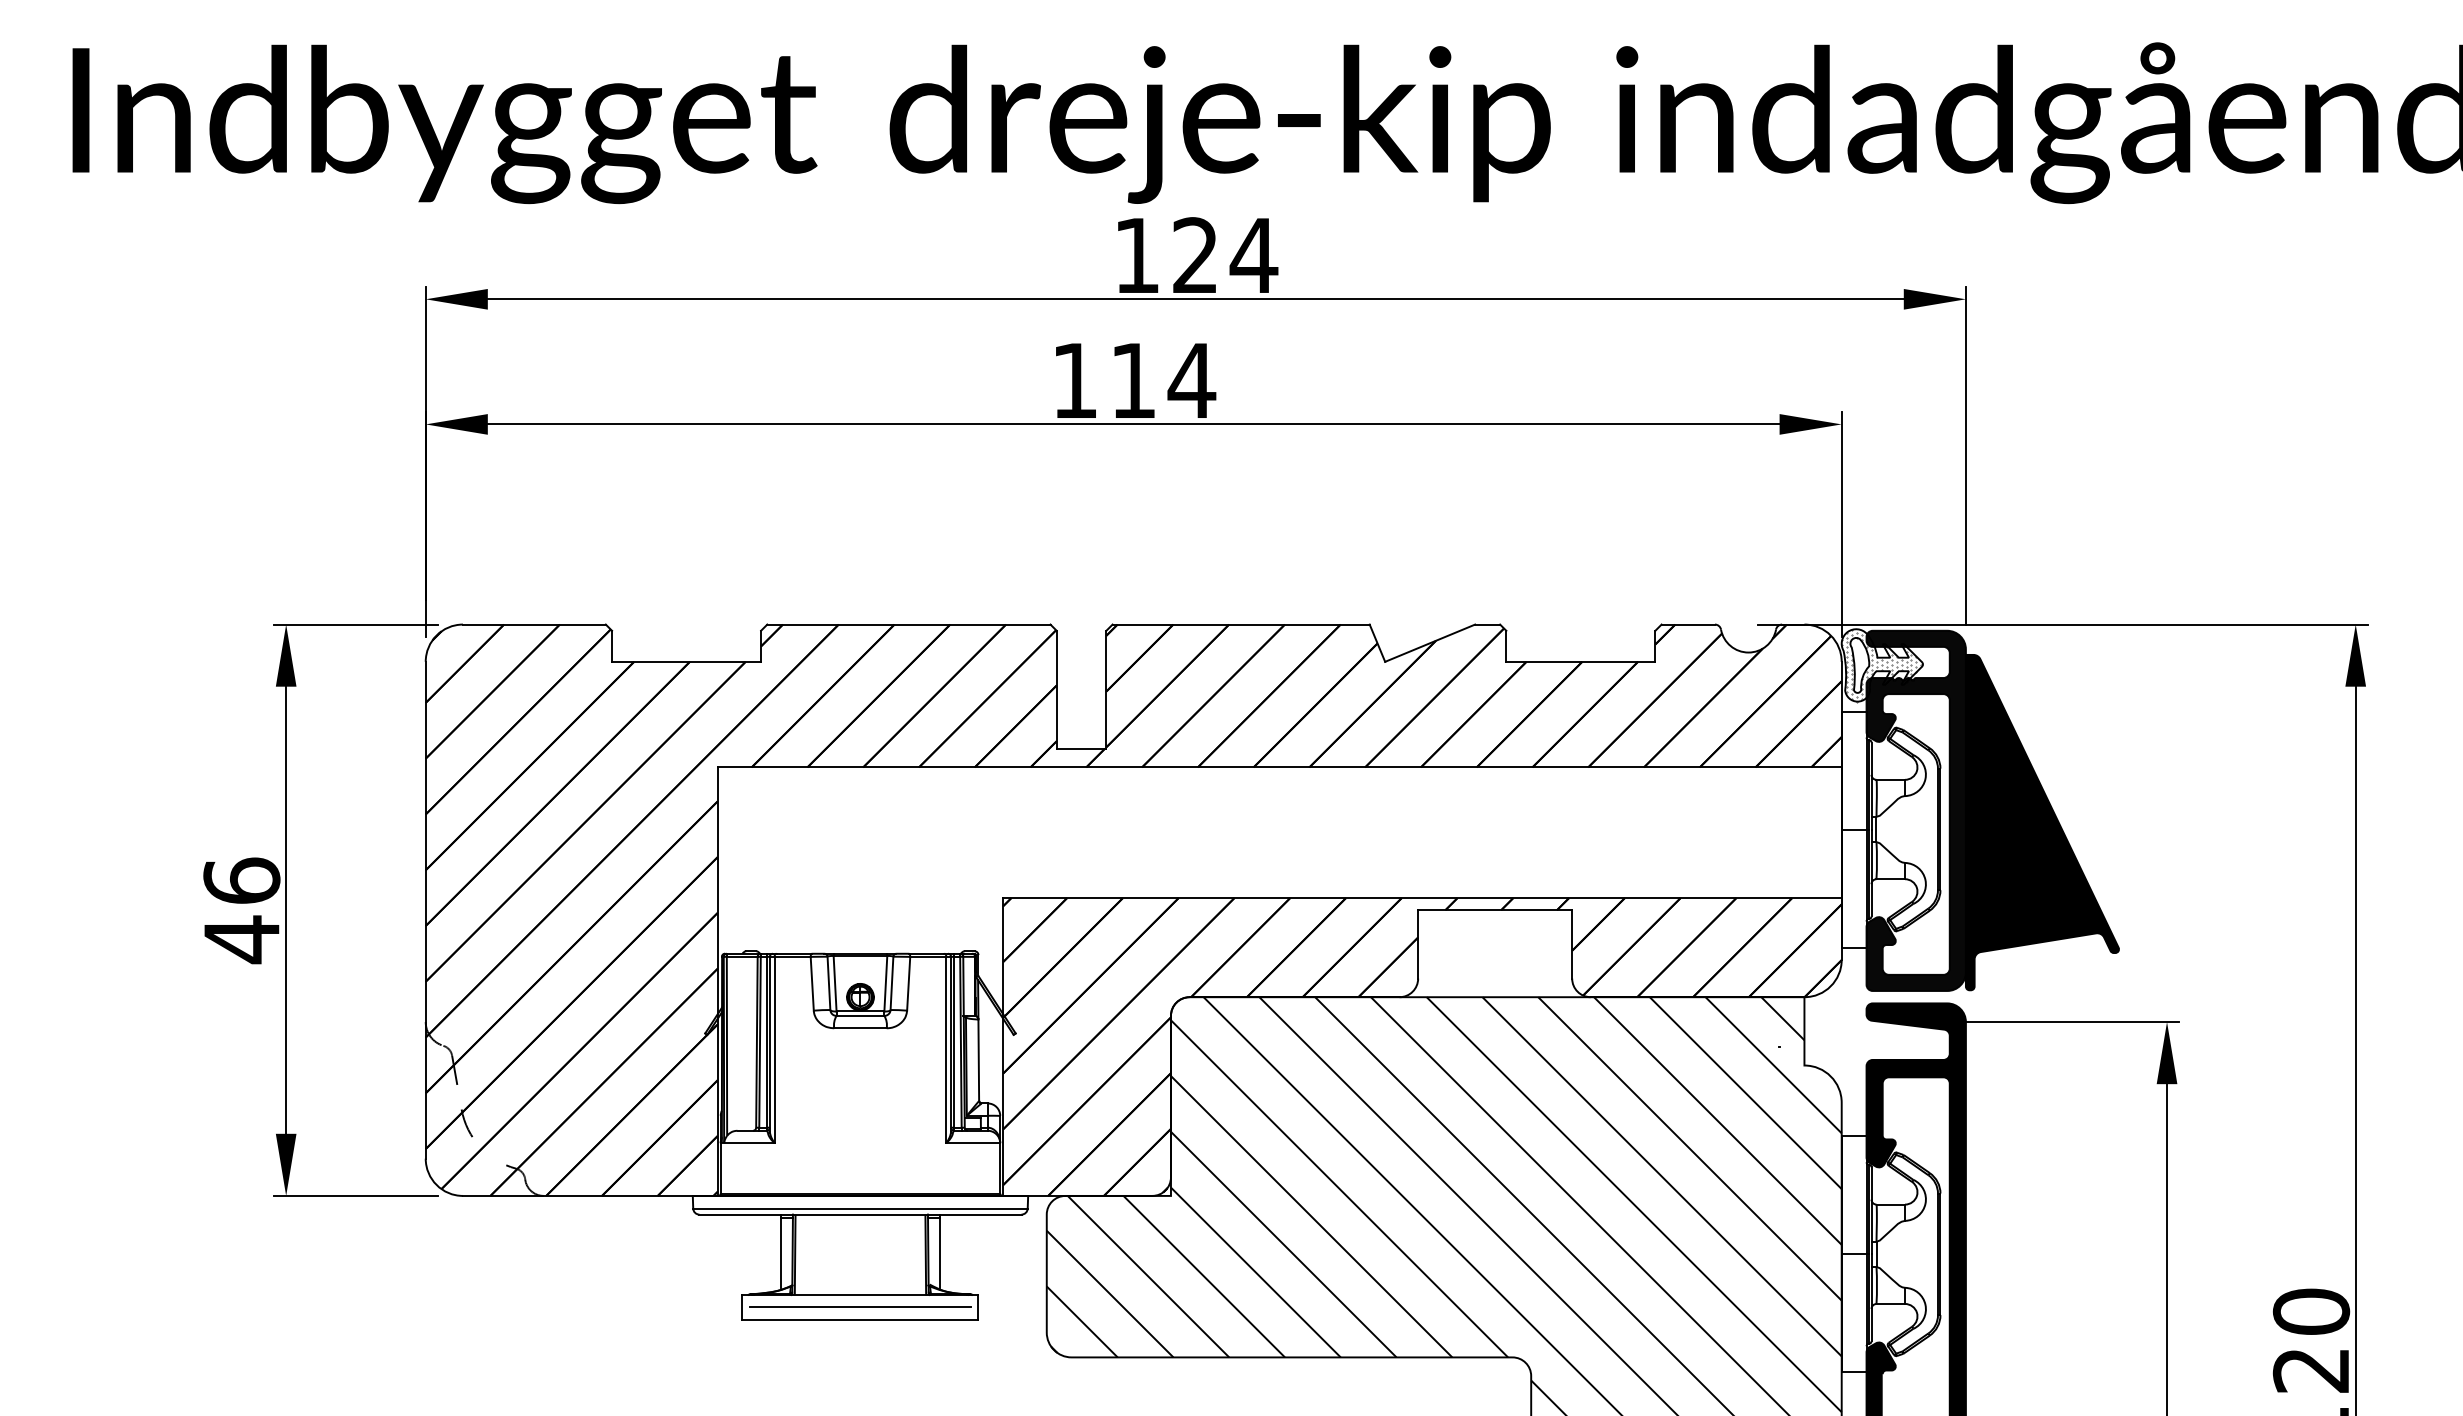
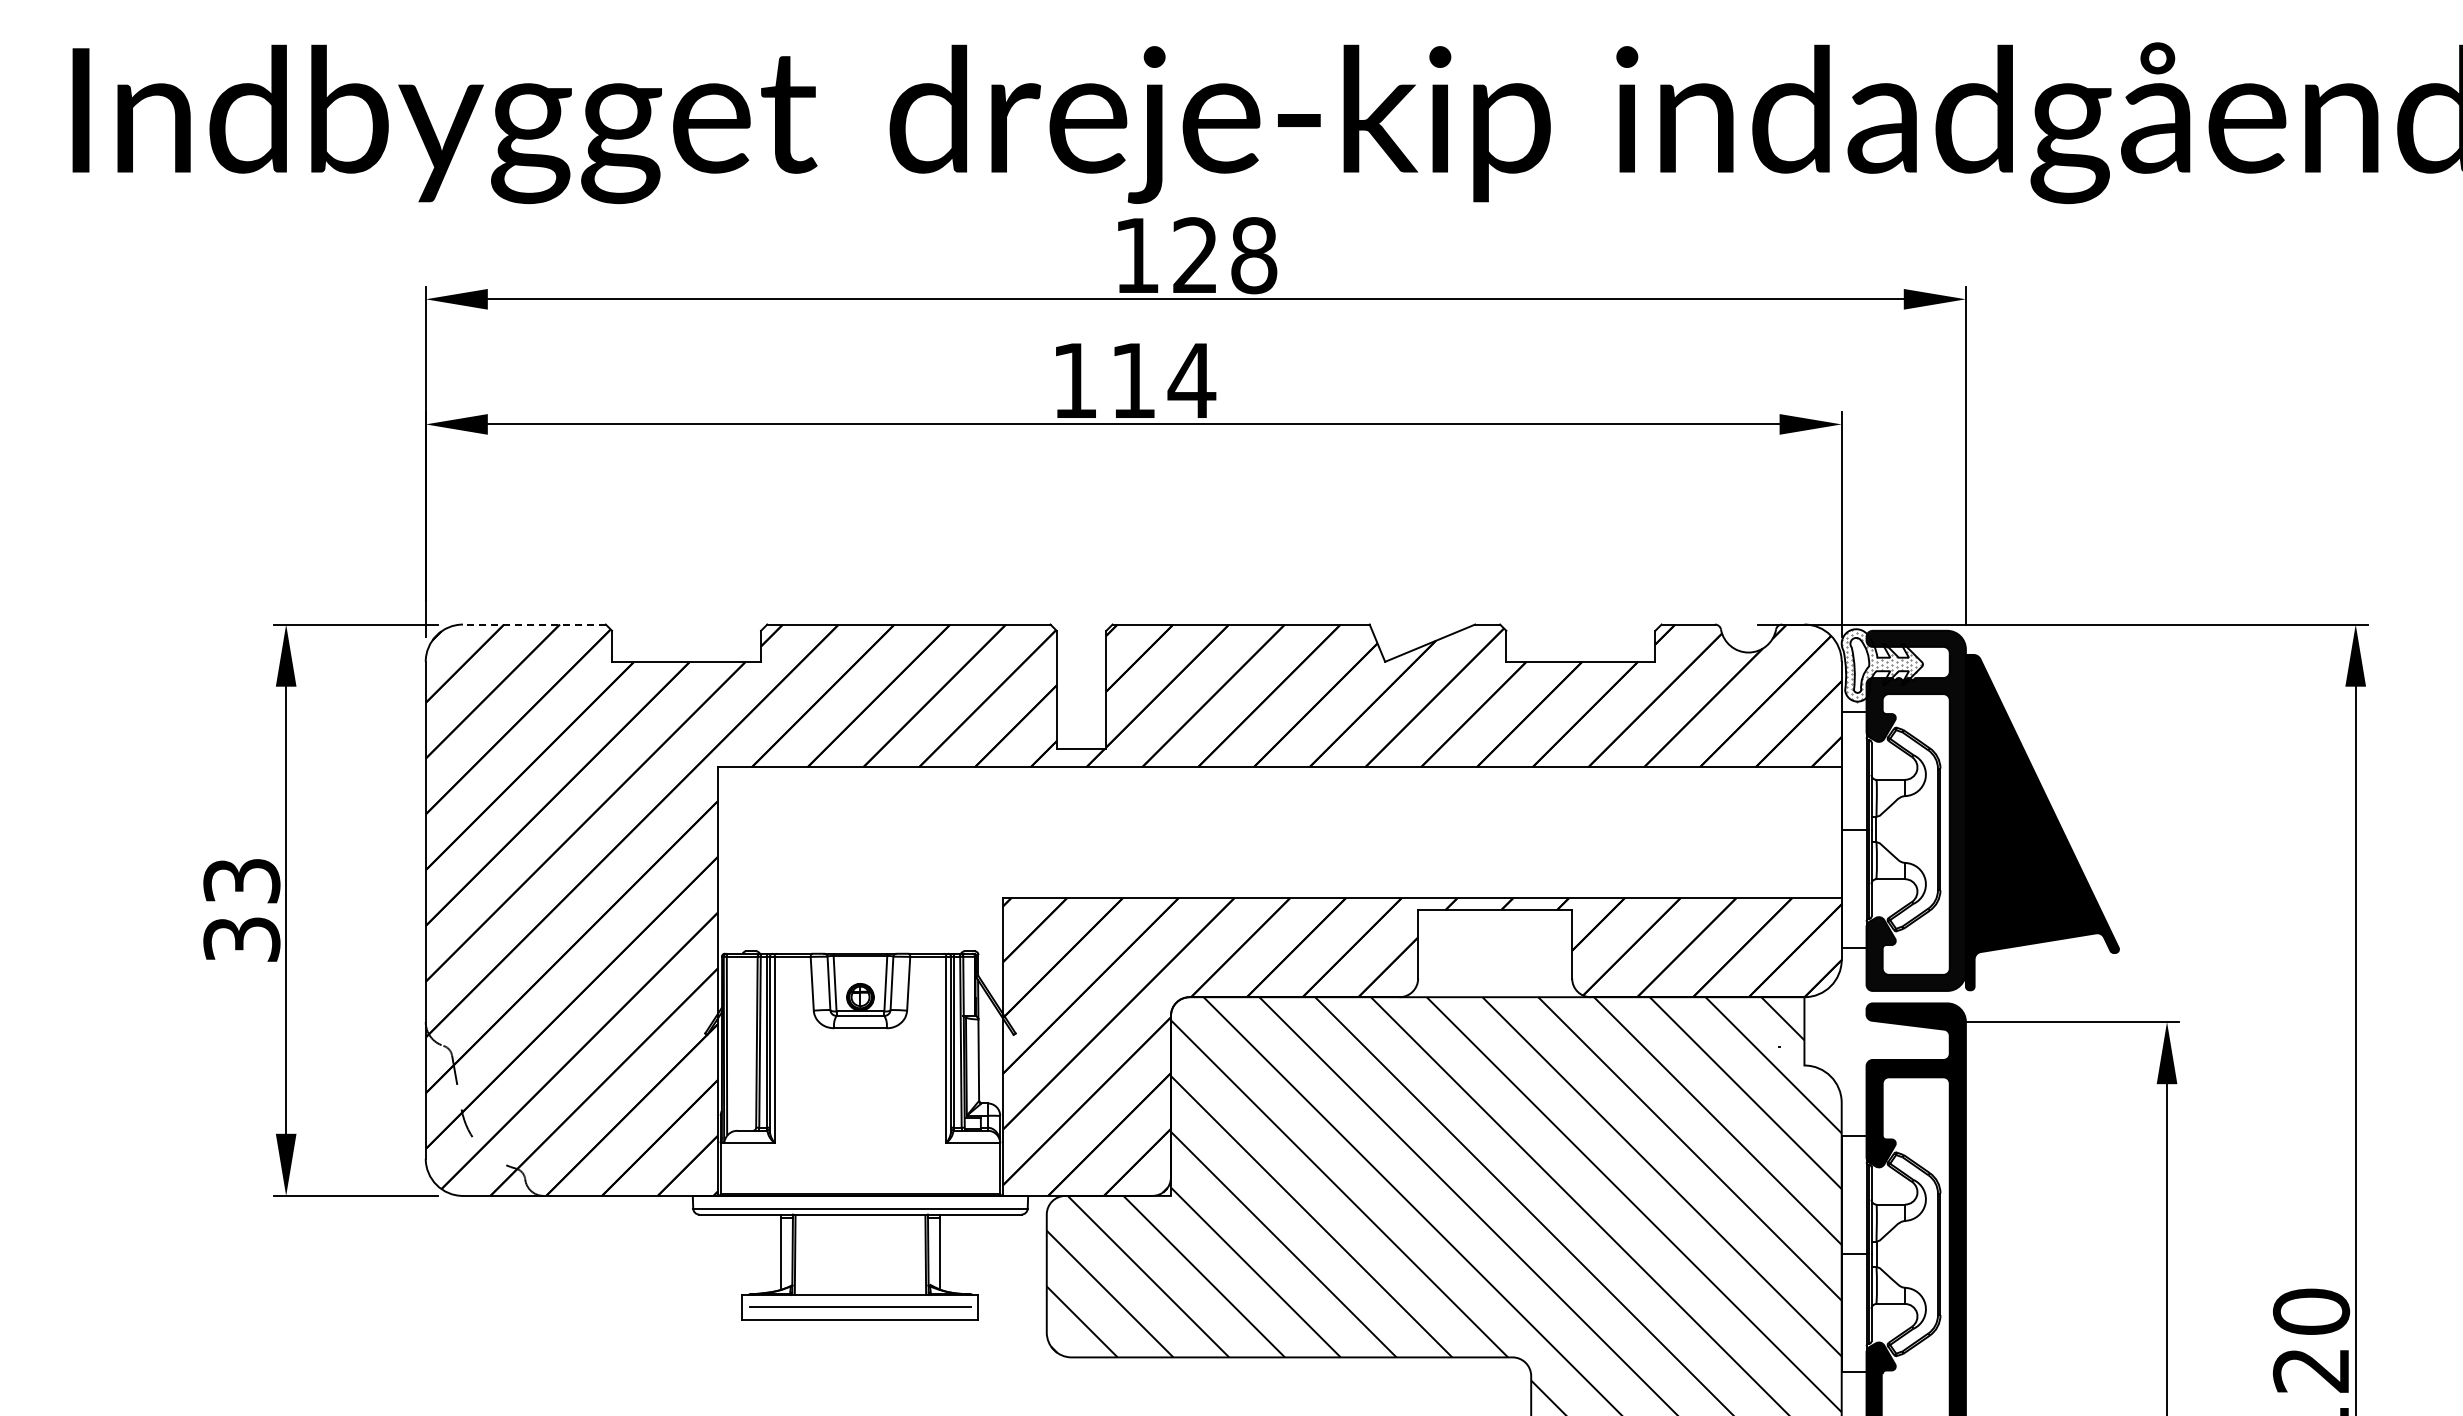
text at (1253, 255): 124 -> 128
line at (533, 624): solid -> dashed
text at (241, 910): 46 -> 33
